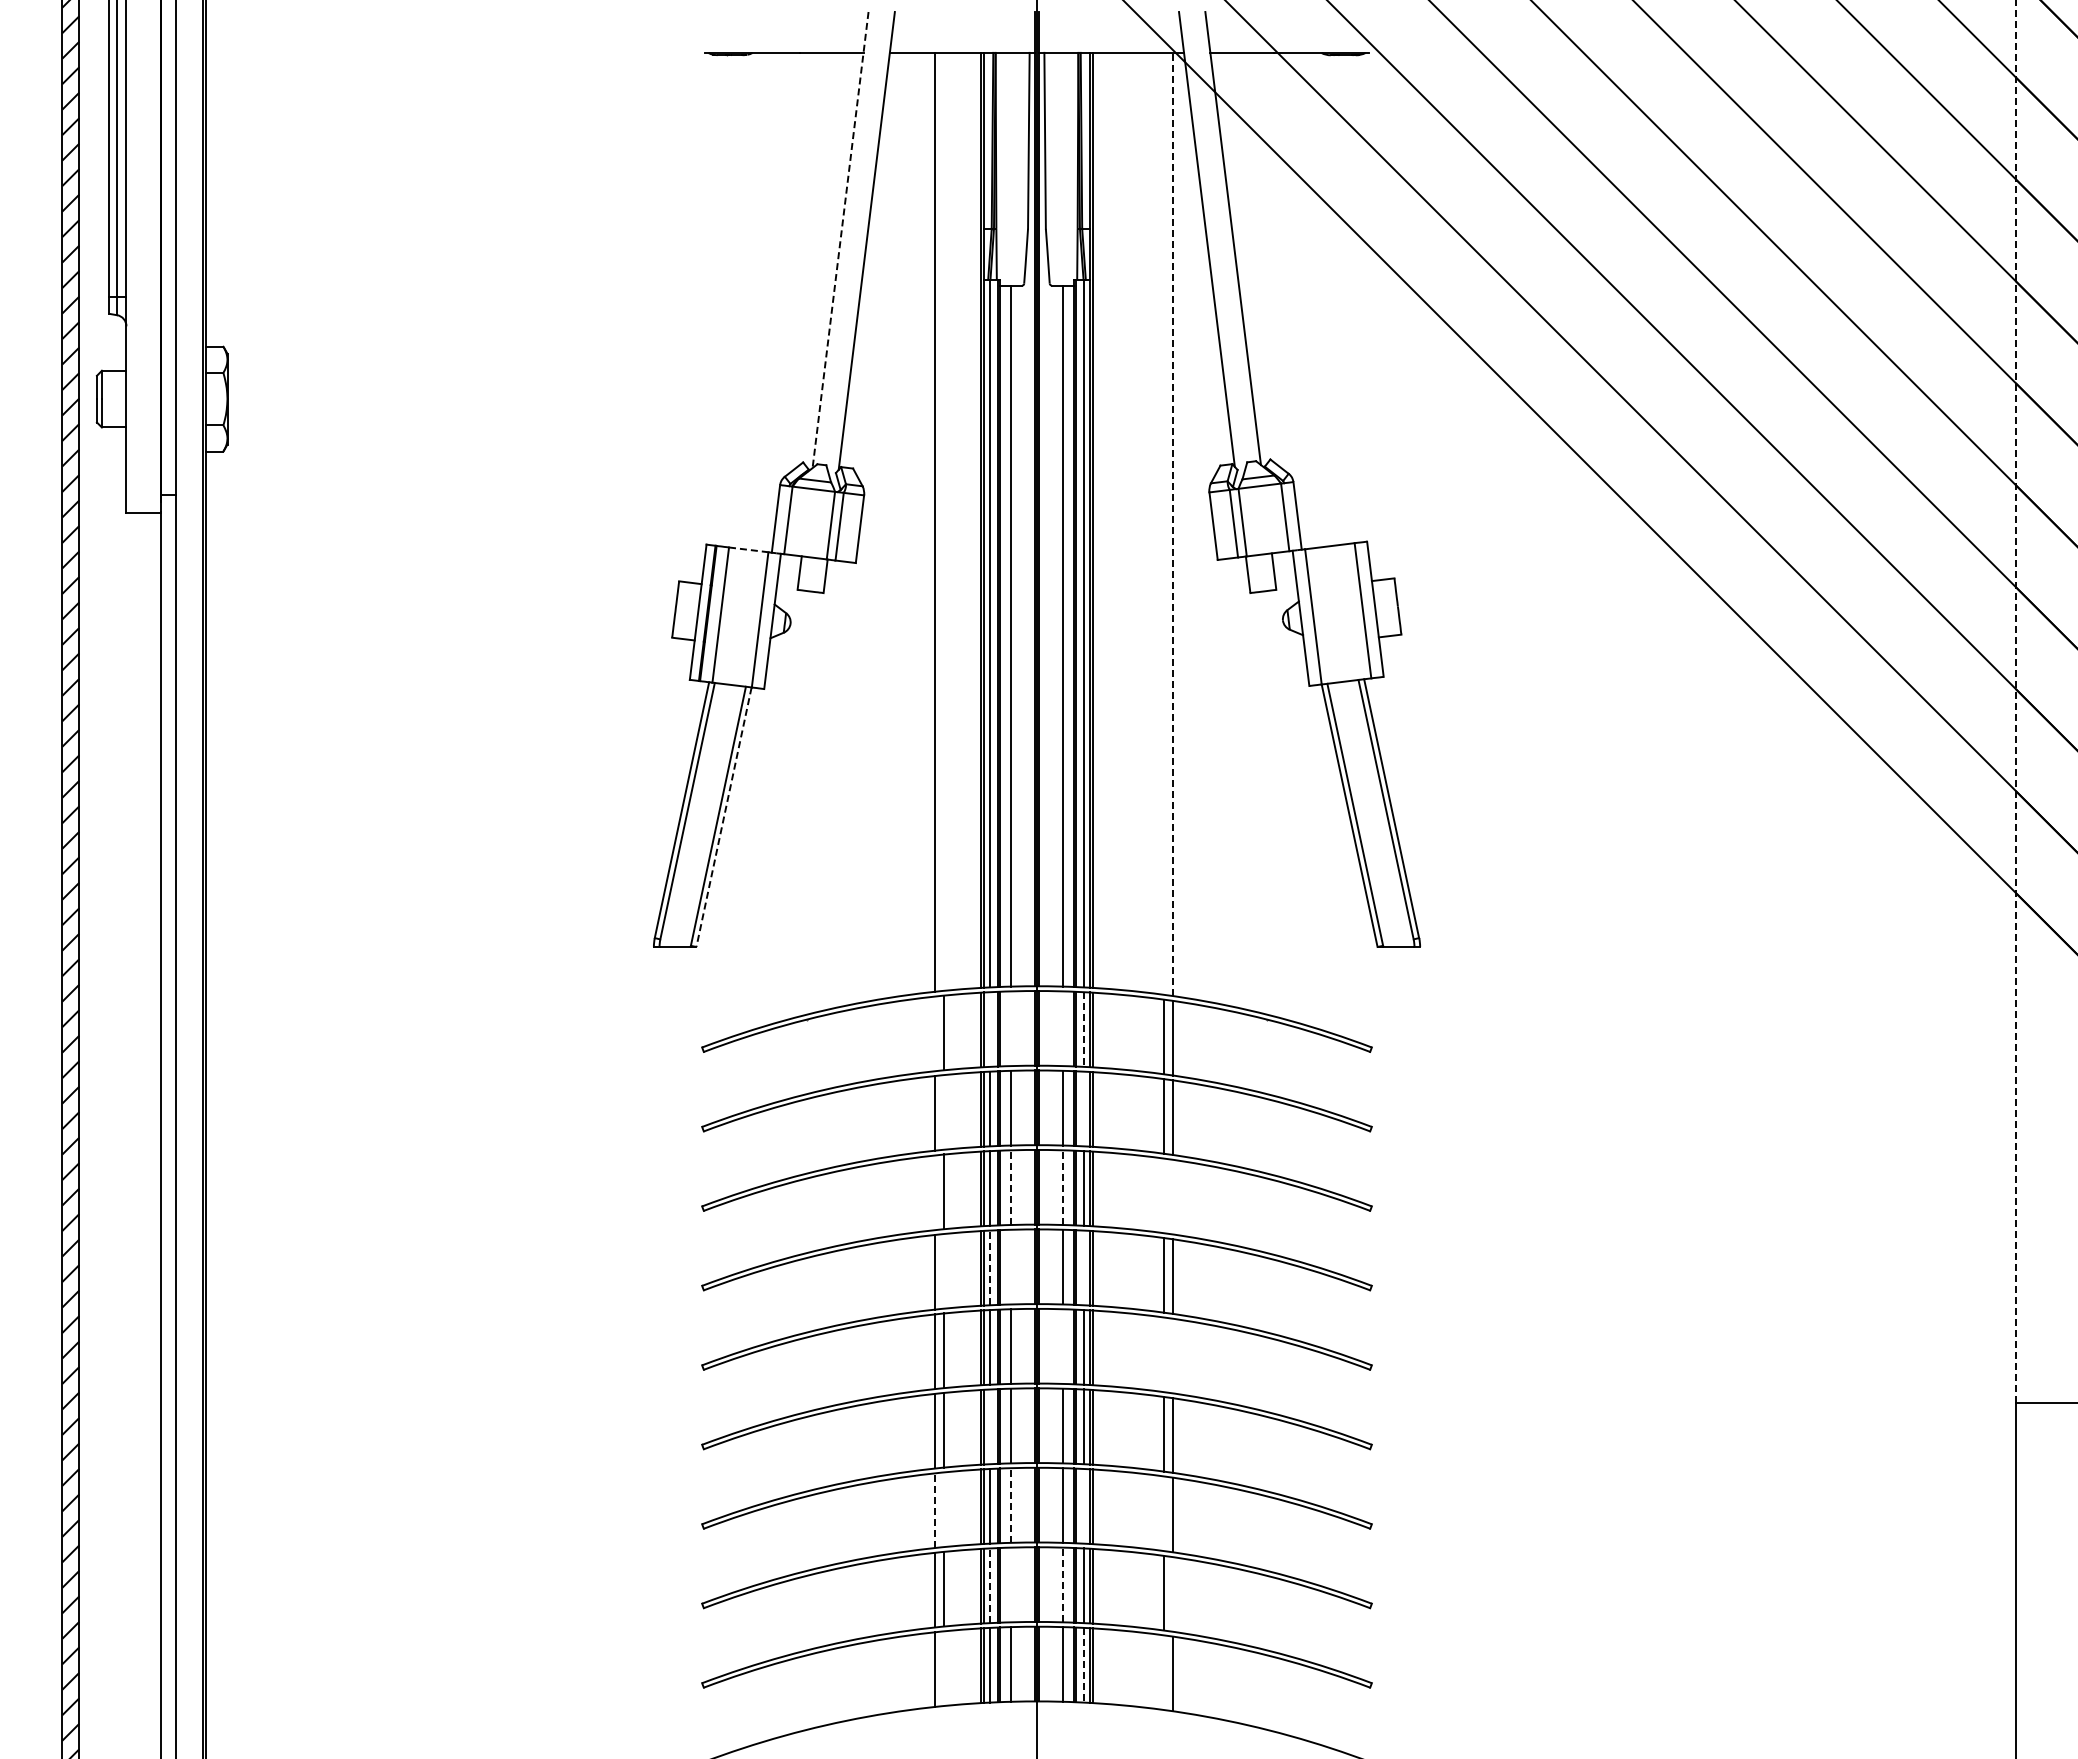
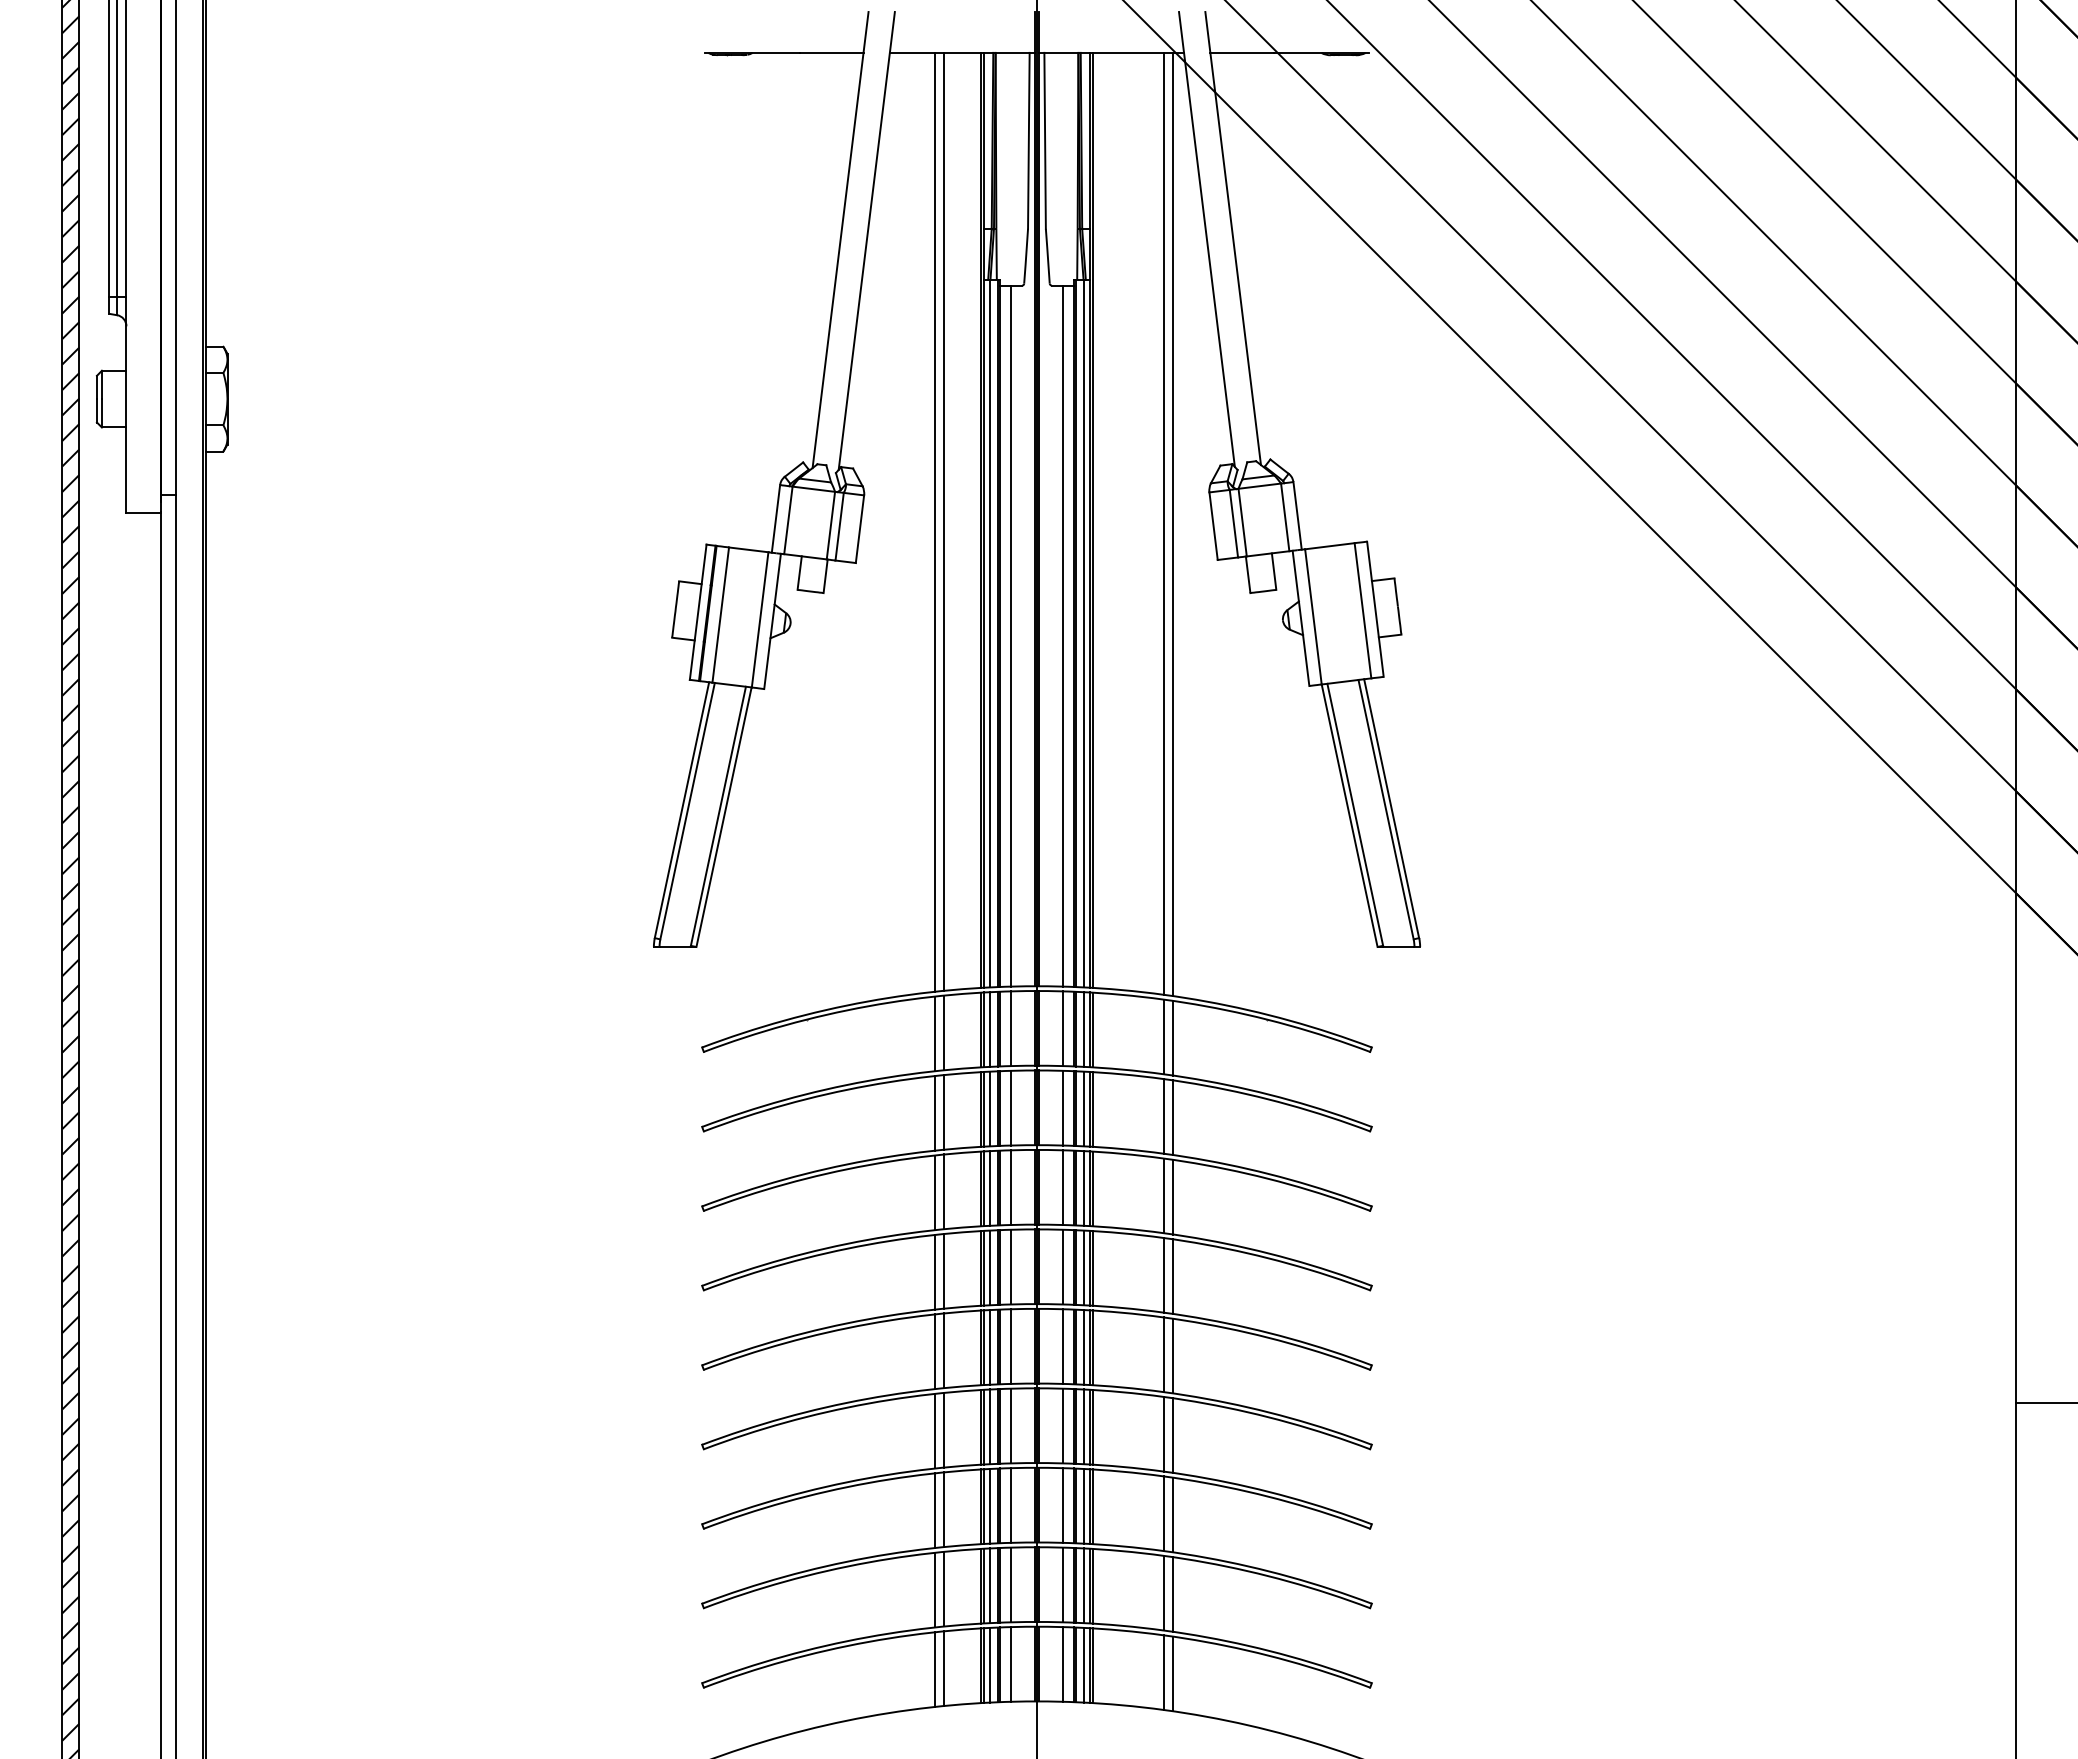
line at (840, 240): dashed -> solid
line at (943, 521): none -> present
line at (1164, 523): none -> present
line at (1173, 524): dashed -> solid
line at (748, 549): dashed -> solid
line at (2015, 700): dashed -> solid
line at (724, 817): dashed -> solid
line at (1011, 1028): none -> present
line at (1062, 1028): none -> present
line at (989, 1029): none -> present
line at (1084, 1029): dashed -> solid
line at (934, 1033): none -> present
line at (1084, 1108): none -> present
line at (943, 1112): none -> present
line at (1011, 1187): dashed -> solid
line at (1062, 1187): dashed -> solid
line at (934, 1192): none -> present
line at (1164, 1195): none -> present
line at (1173, 1196): none -> present
line at (1011, 1266): none -> present
line at (989, 1267): dashed -> solid
line at (1084, 1267): none -> present
line at (943, 1270): none -> present
line at (1062, 1346): none -> present
line at (1164, 1354): none -> present
line at (1173, 1355): none -> present
line at (989, 1426): none -> present
line at (1011, 1504): dashed -> solid
line at (1084, 1505): none -> present
line at (943, 1509): none -> present
line at (934, 1510): dashed -> solid
line at (1164, 1513): none -> present
line at (1011, 1584): none -> present
line at (1062, 1584): dashed -> solid
line at (989, 1585): dashed -> solid
line at (1173, 1594): none -> present
line at (1084, 1665): dashed -> solid
line at (943, 1668): none -> present
line at (1164, 1672): none -> present
